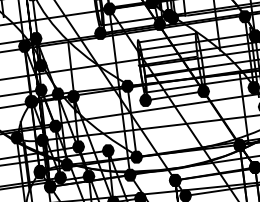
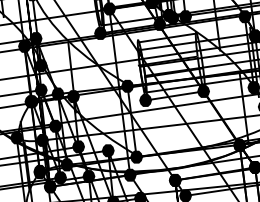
fill at (185, 16): none -> present
